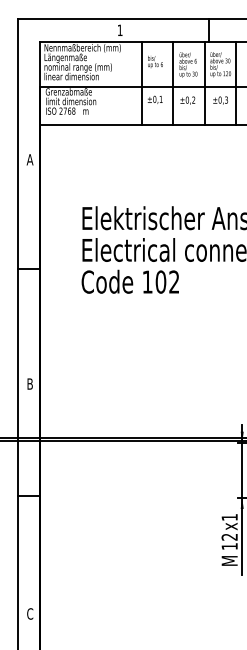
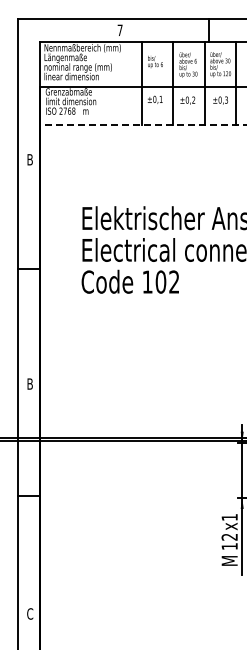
text at (119, 29): 1 -> 7
line at (143, 124): solid -> dashed
text at (29, 159): A -> B
